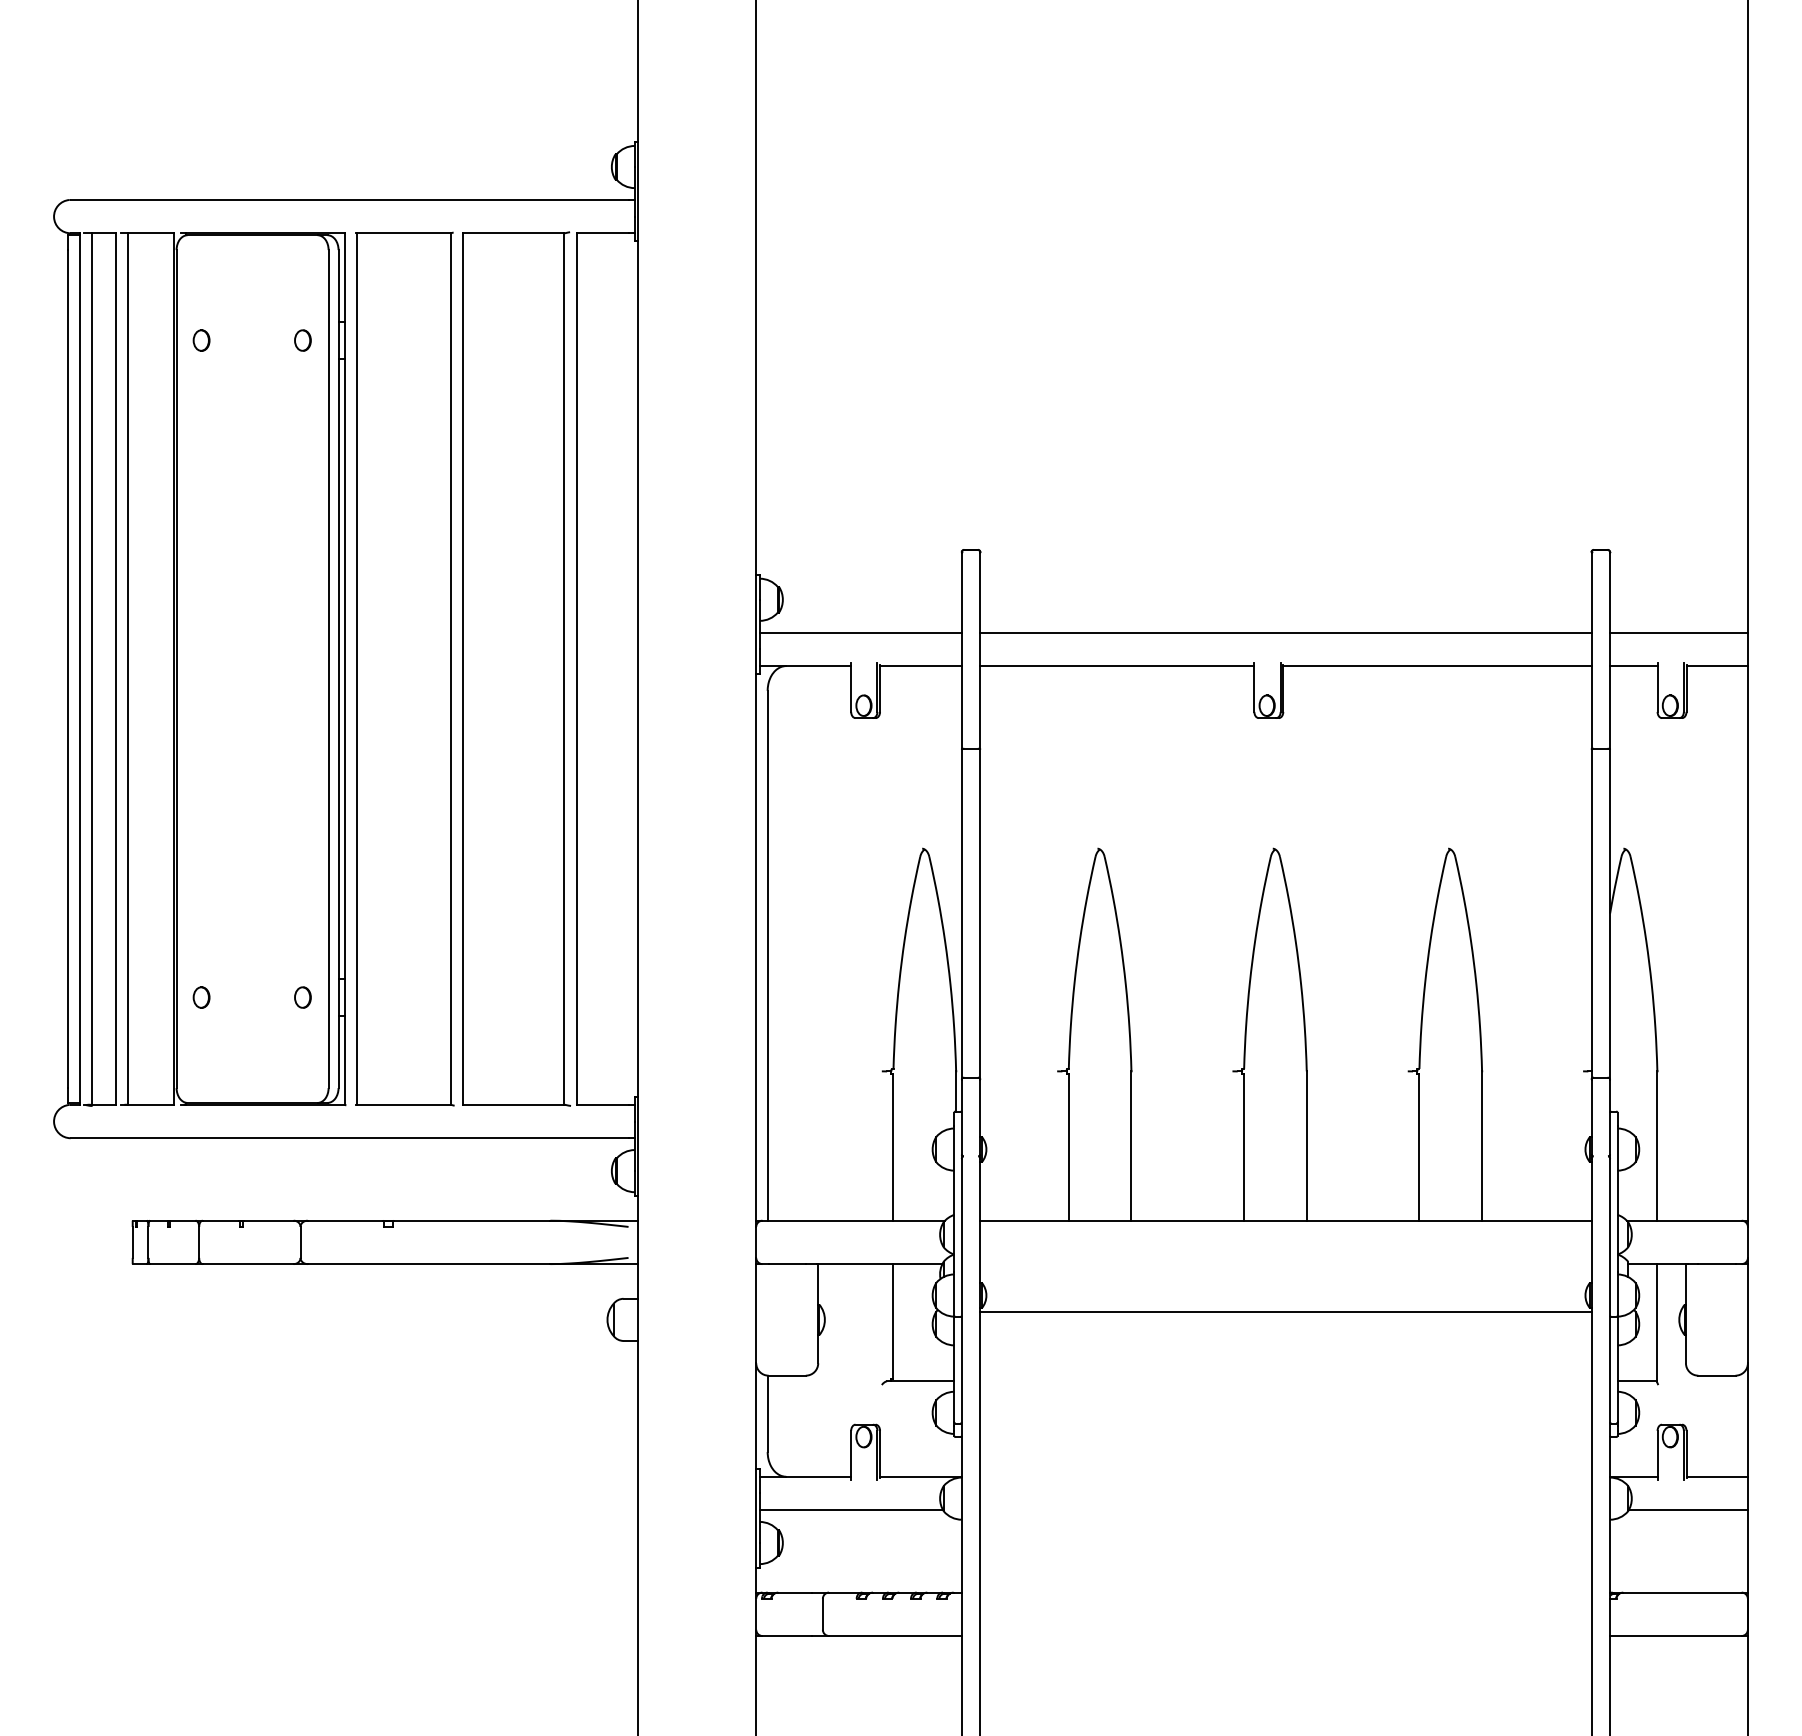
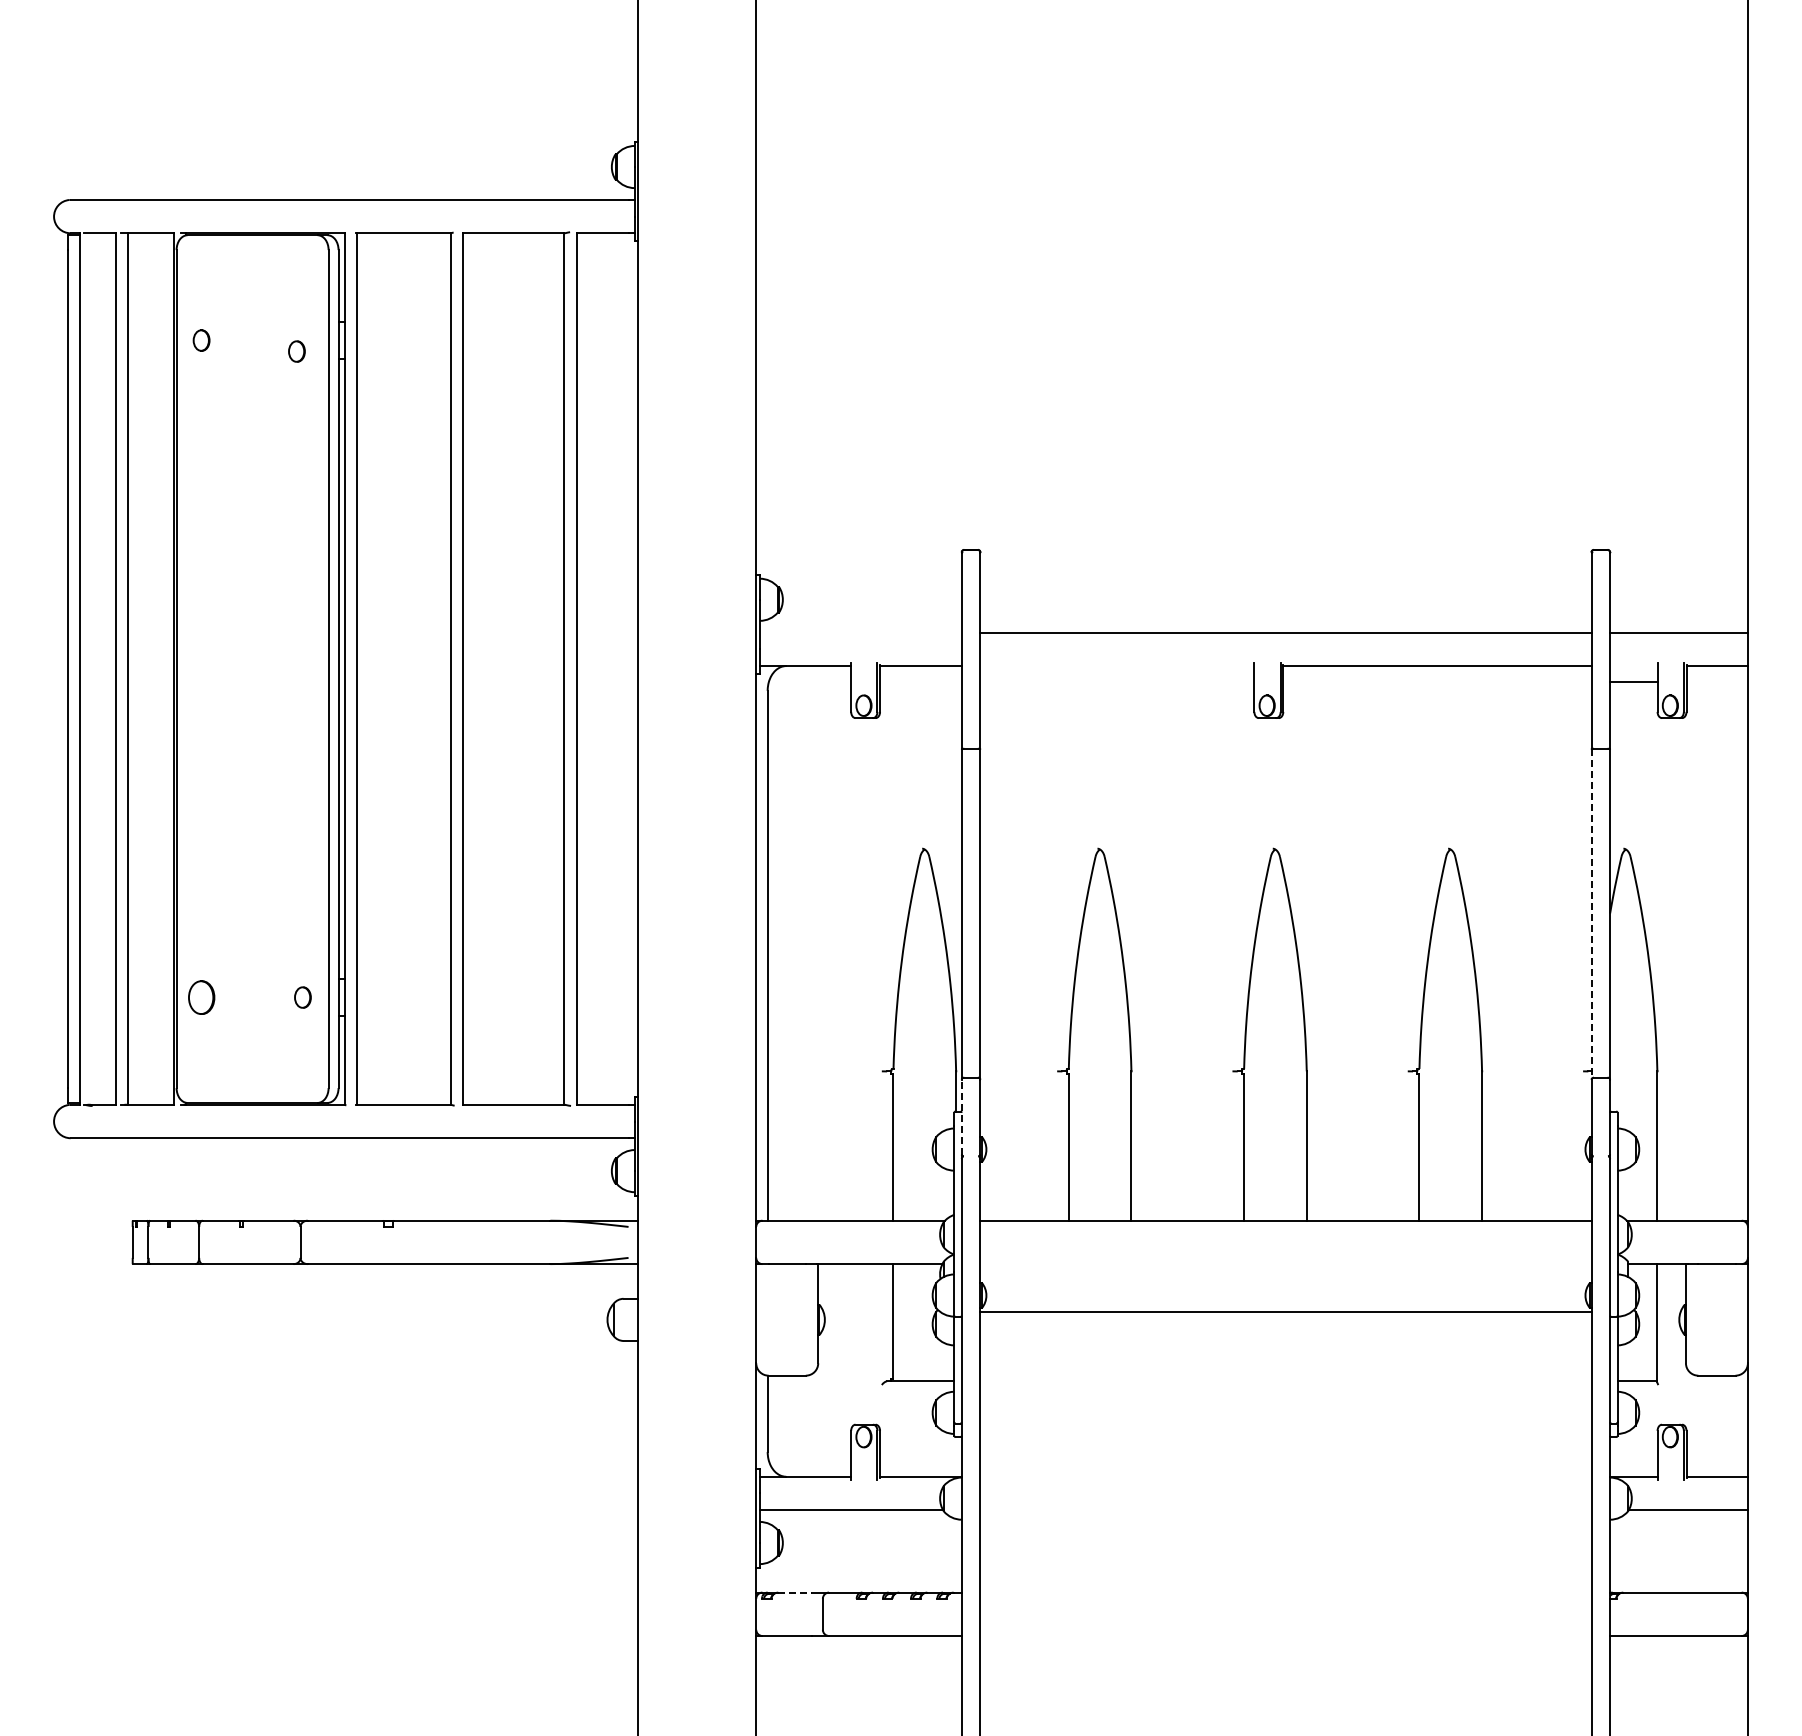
part at (302, 340) position: (302, 340) -> (296, 351)
line at (860, 632): present -> none
line at (1117, 666): present -> none
line at (1633, 666) position: (1633, 666) -> (1633, 682)
line at (92, 668): present -> none
line at (1591, 914): solid -> dashed
part at (201, 997) size: 19x23 px -> 28x35 px
line at (961, 1117): solid -> dashed
line at (794, 1592): solid -> dashed
